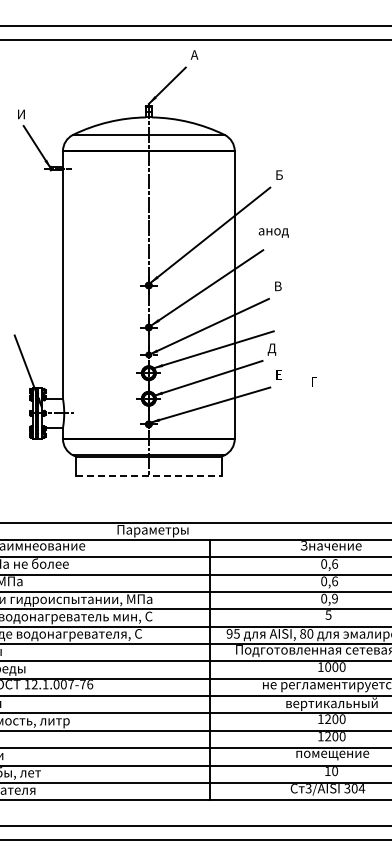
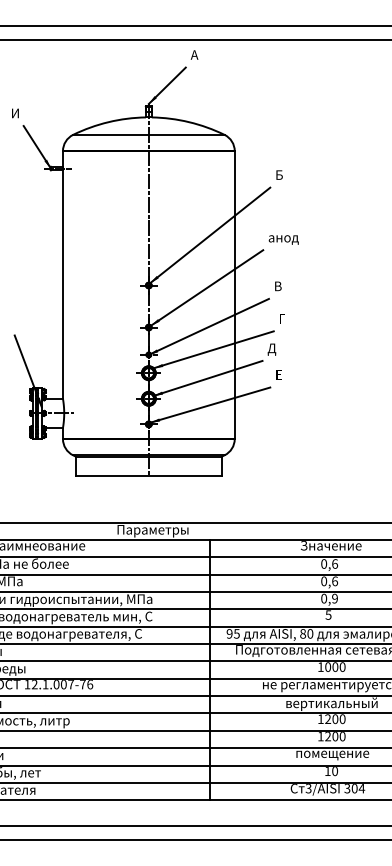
text at (21, 114) position: (21, 114) -> (15, 113)
text at (273, 232) position: (273, 232) -> (283, 239)
text at (314, 381) position: (314, 381) -> (282, 318)
line at (149, 475): dashed -> solid
